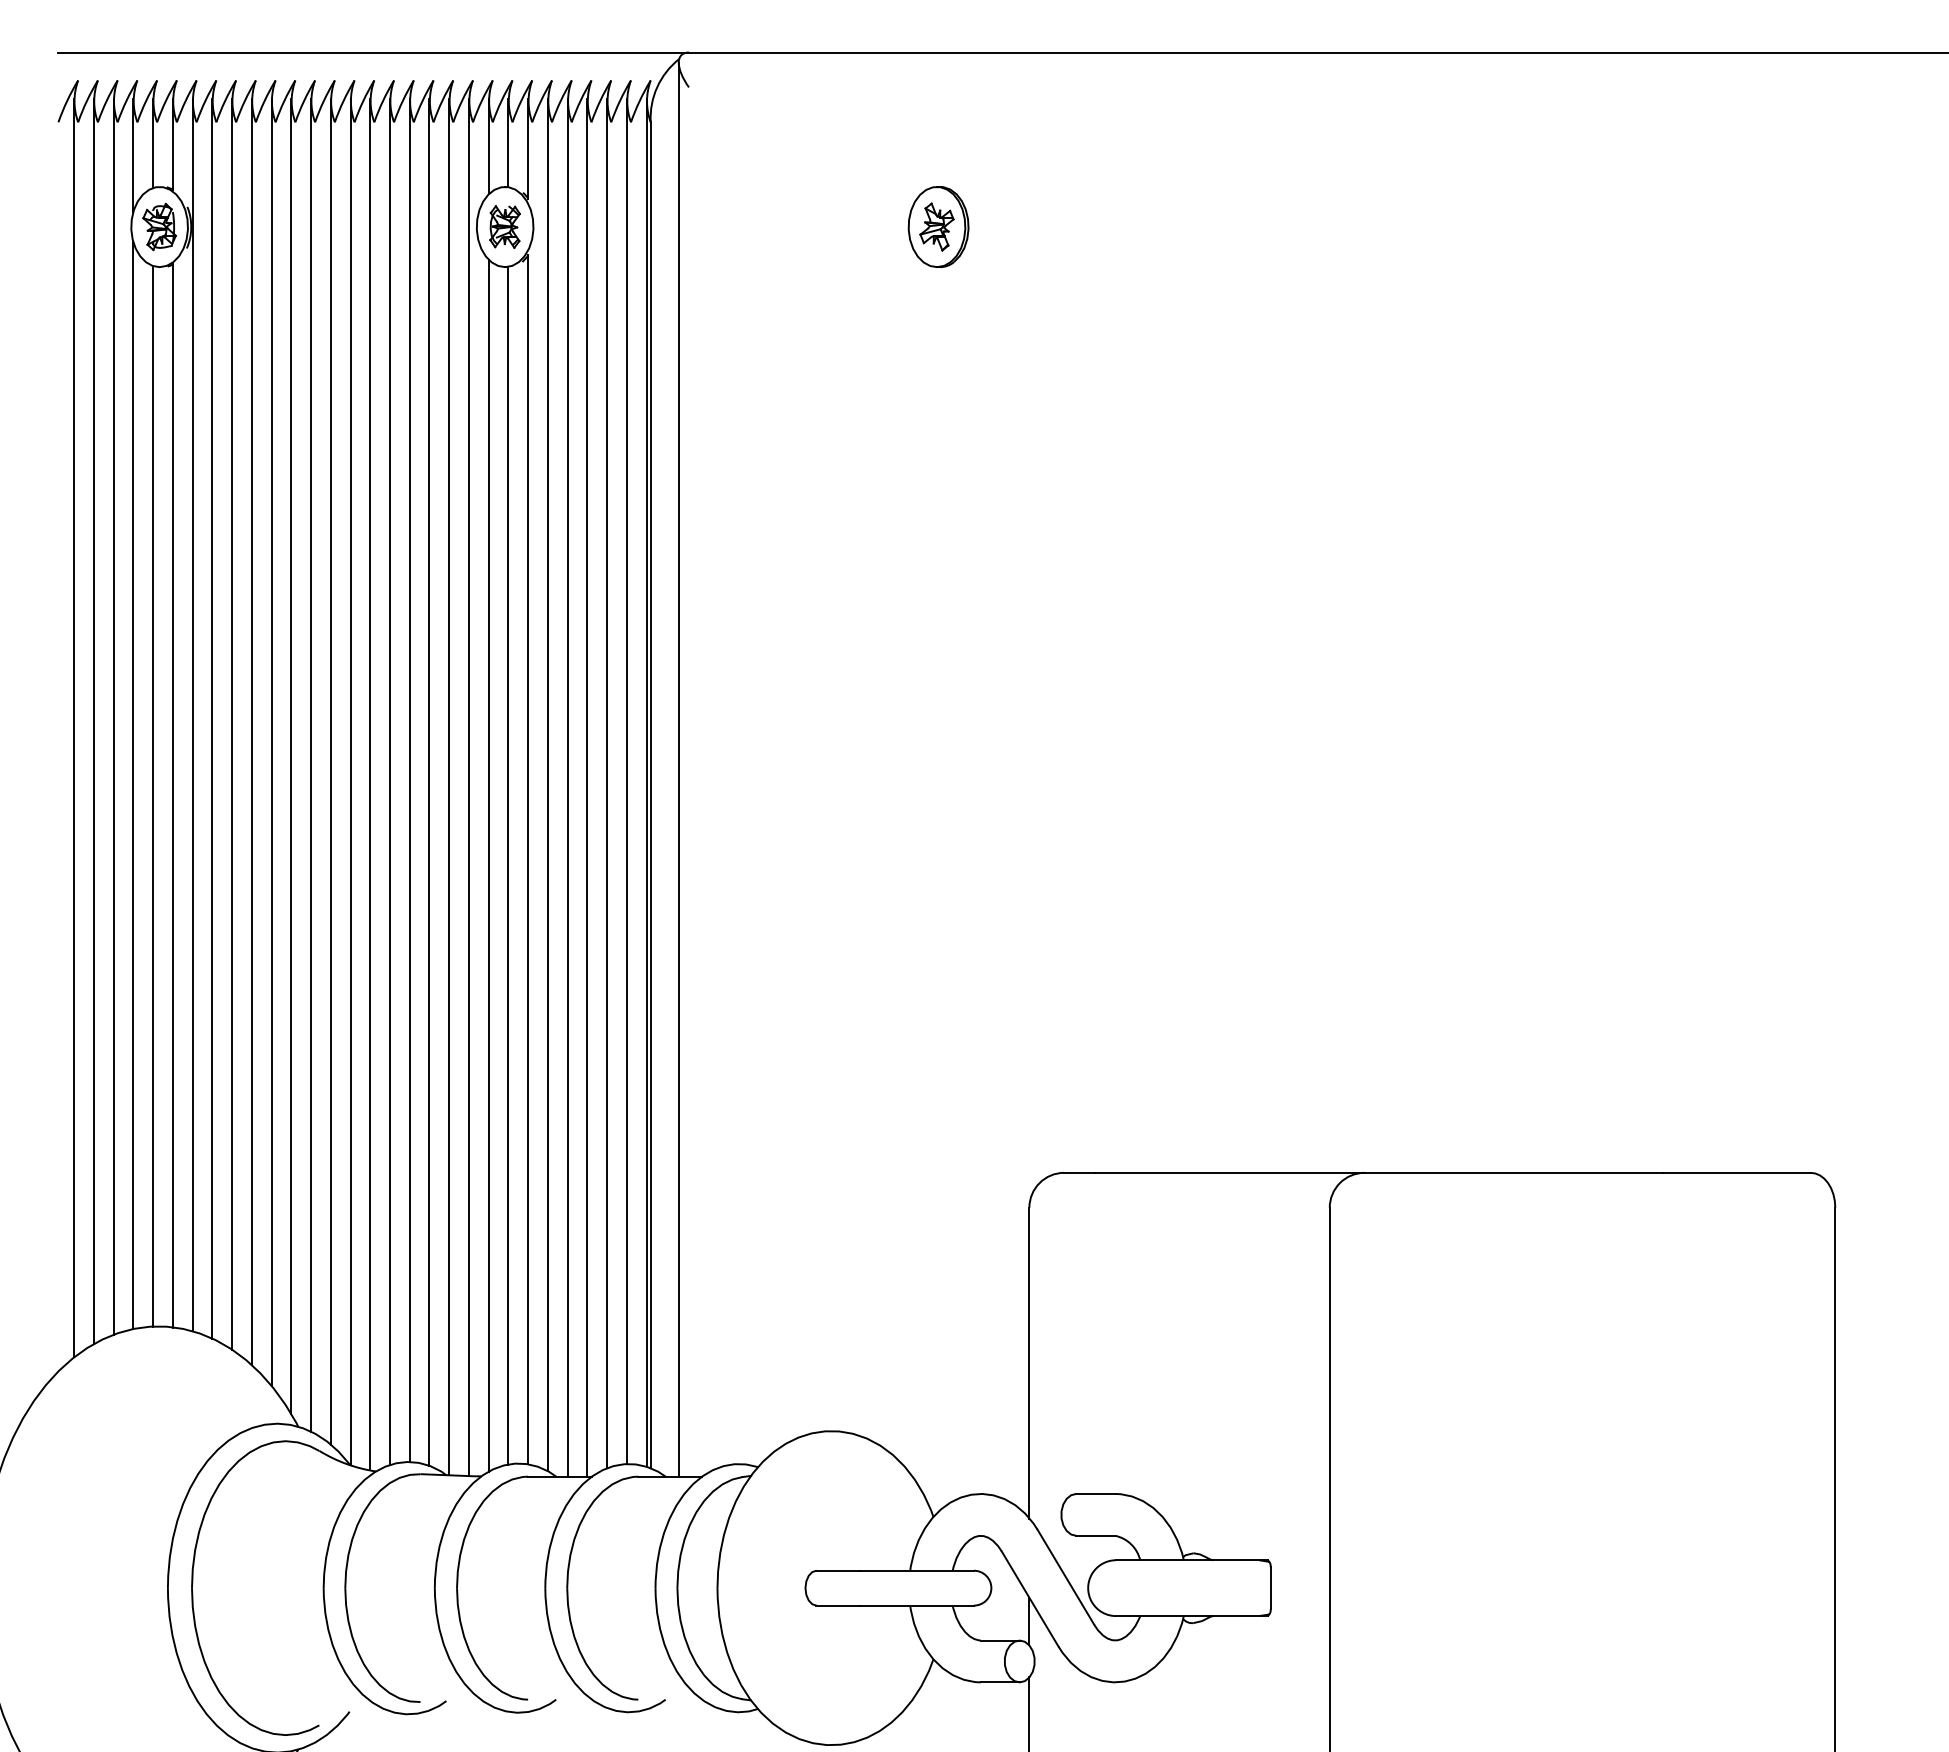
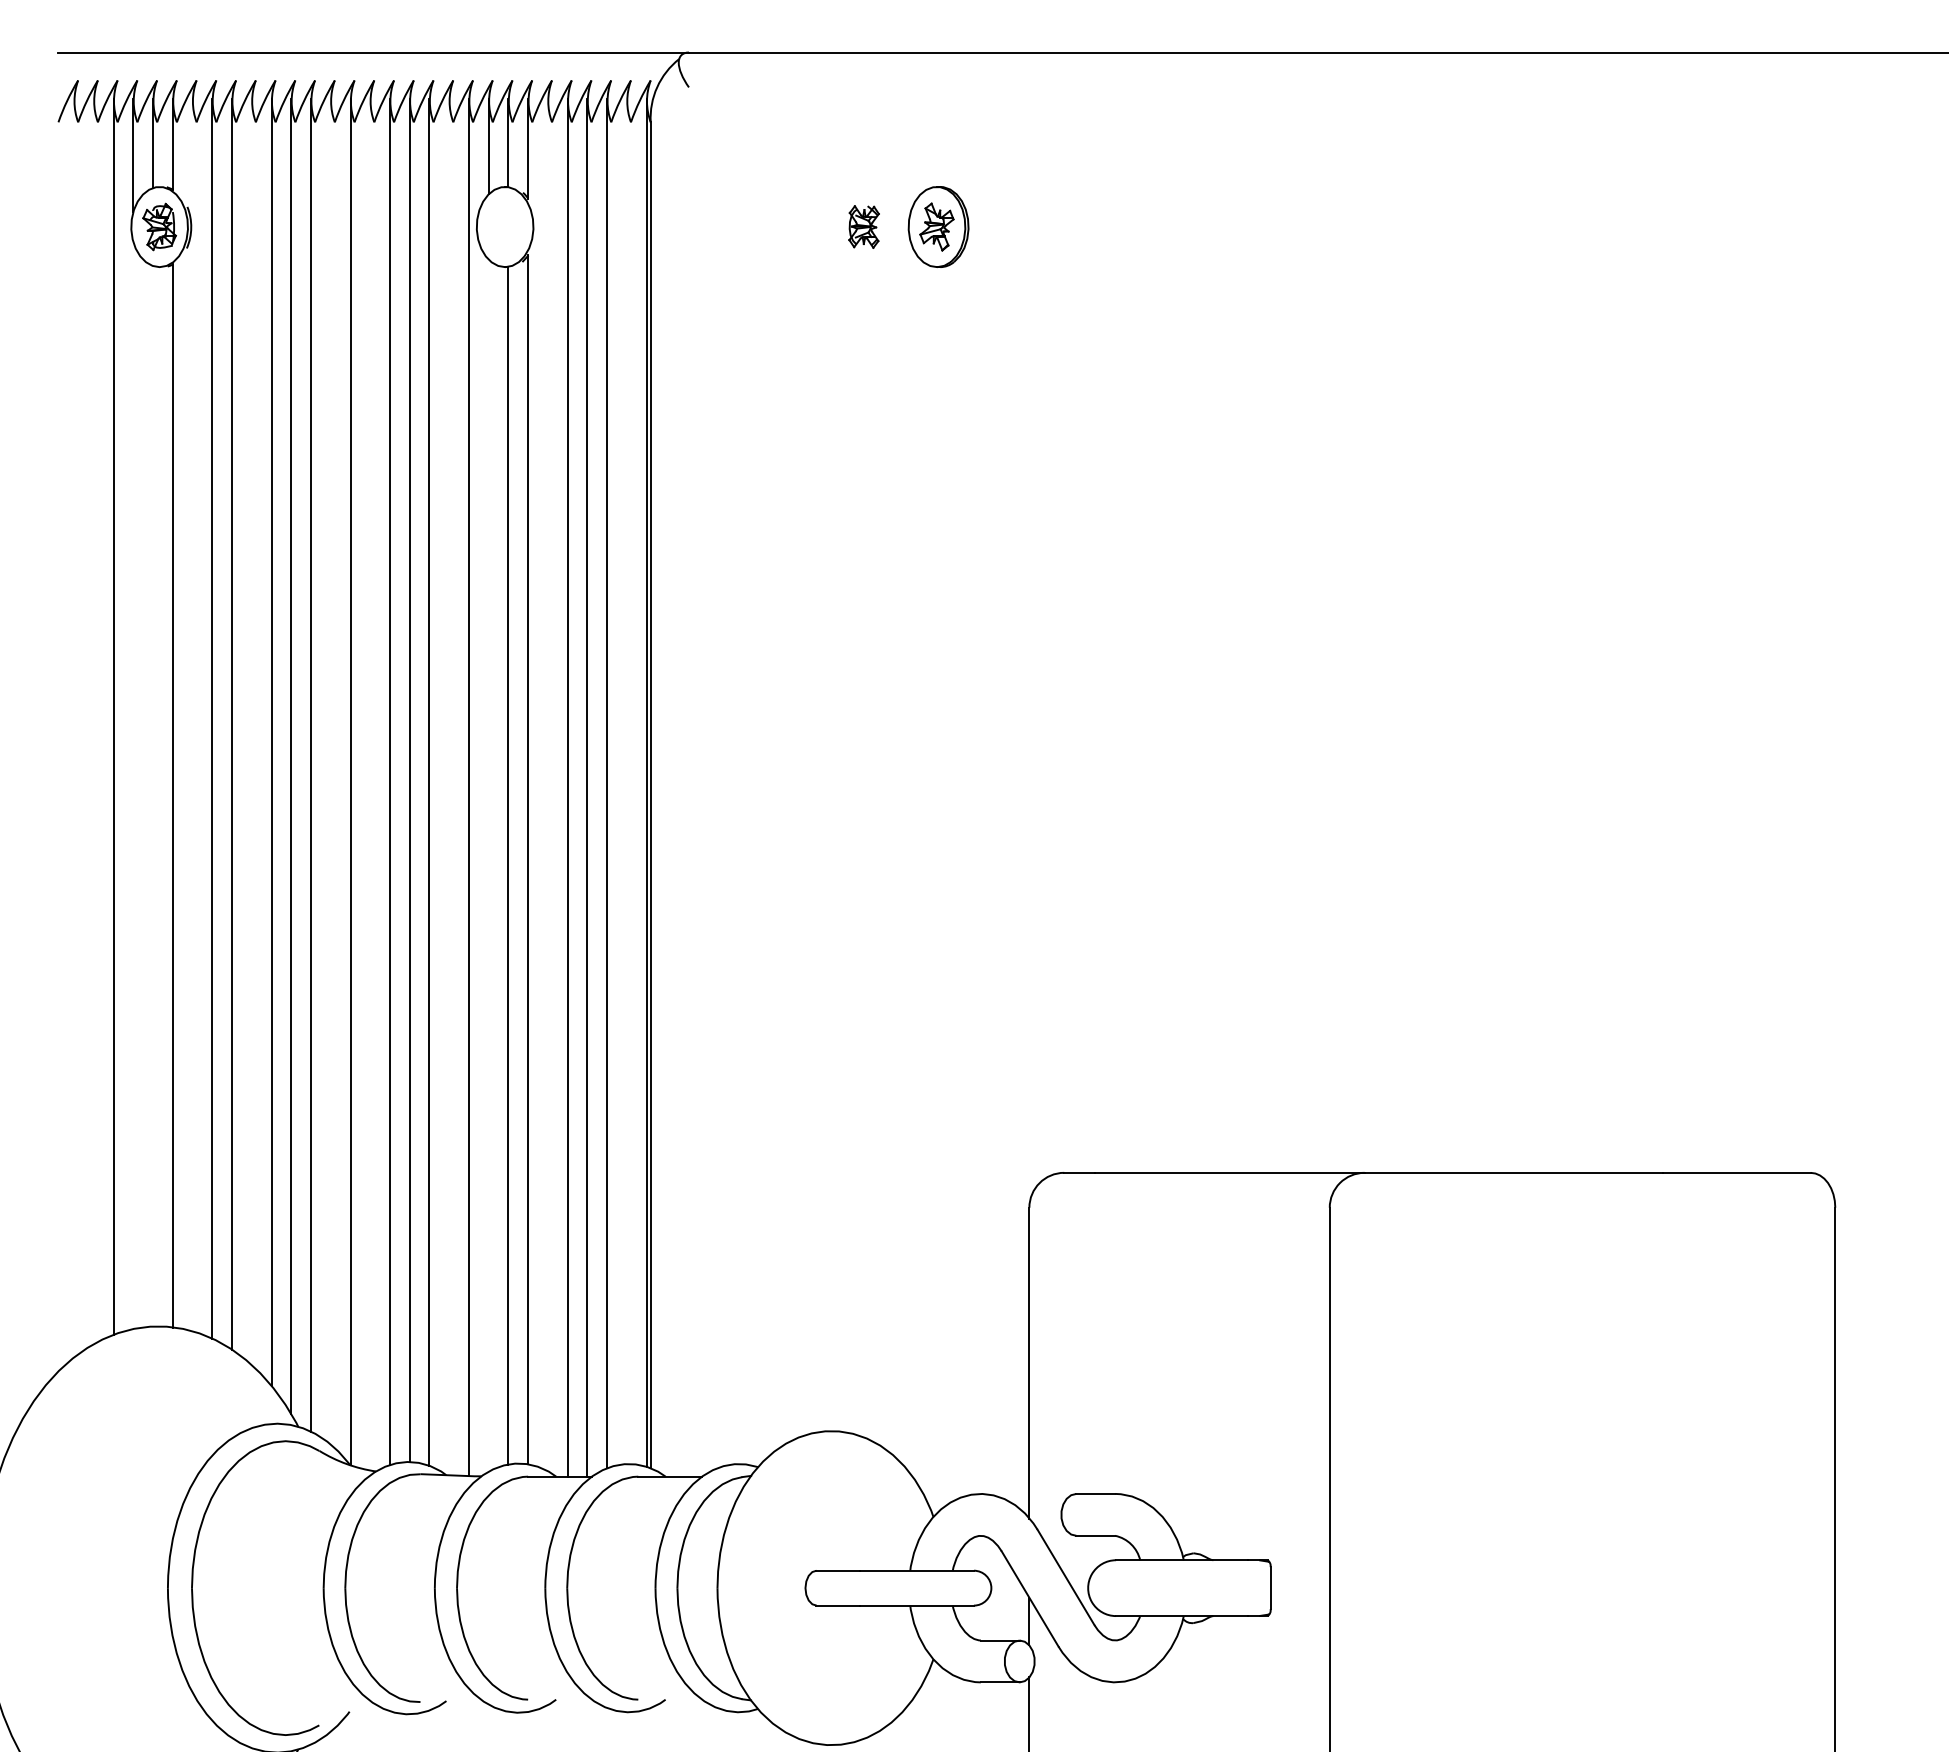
part at (504, 226) position: (504, 226) -> (863, 226)
line at (192, 715): present -> none
line at (93, 721): present -> none
line at (74, 728): present -> none
line at (251, 732): present -> none
line at (678, 769): present -> none
line at (330, 771): present -> none
line at (626, 781): present -> none
line at (370, 784): present -> none
line at (133, 785): present -> none
line at (547, 785): present -> none
line at (449, 787): present -> none
line at (153, 796): present -> none
line at (488, 865): present -> none
